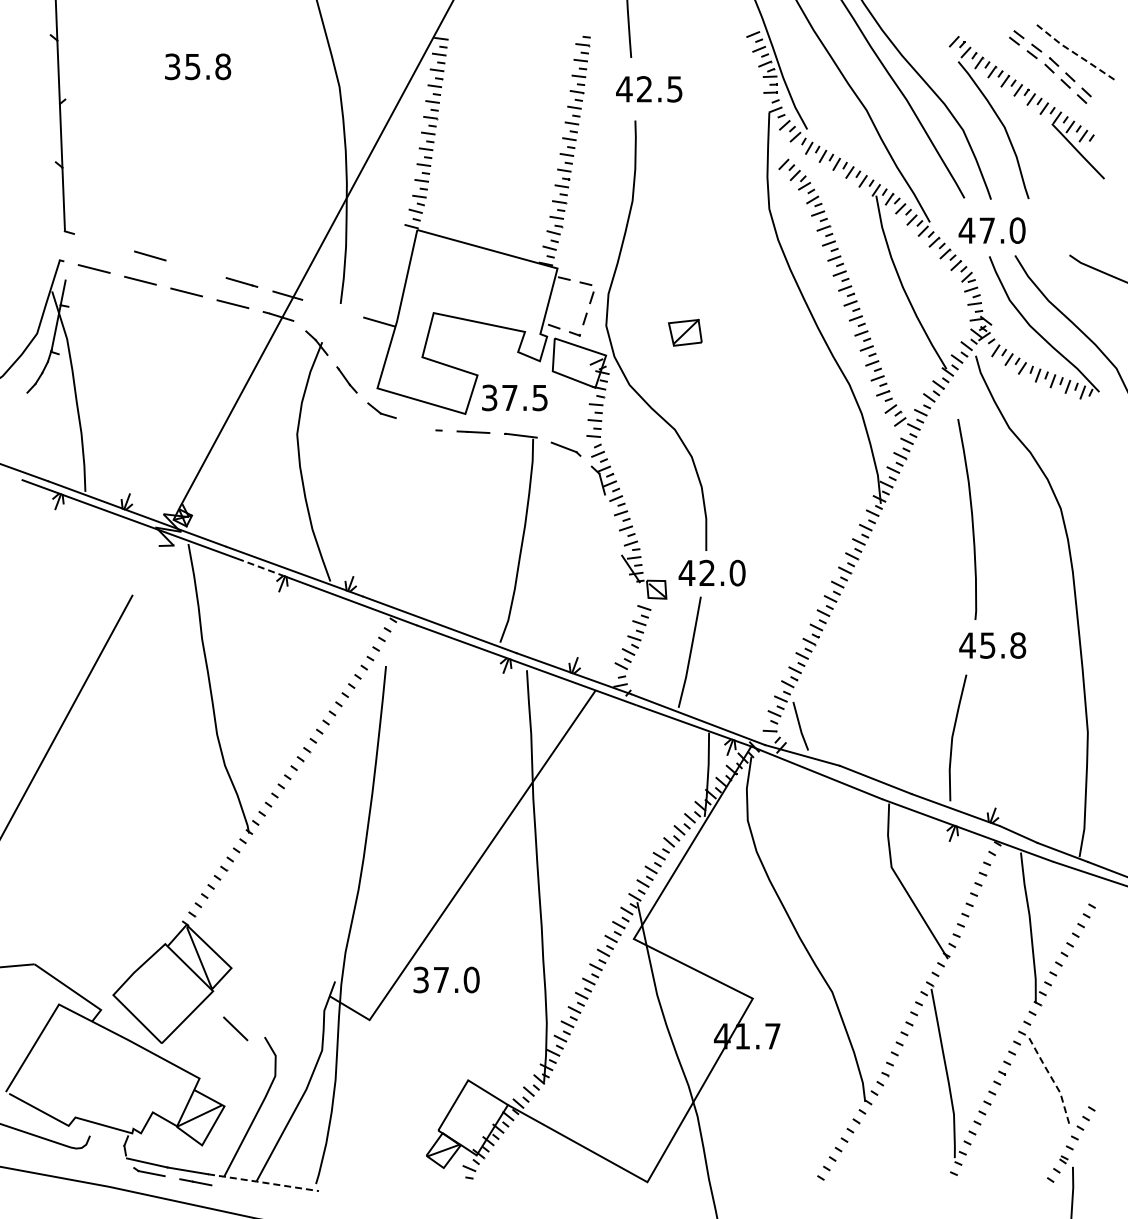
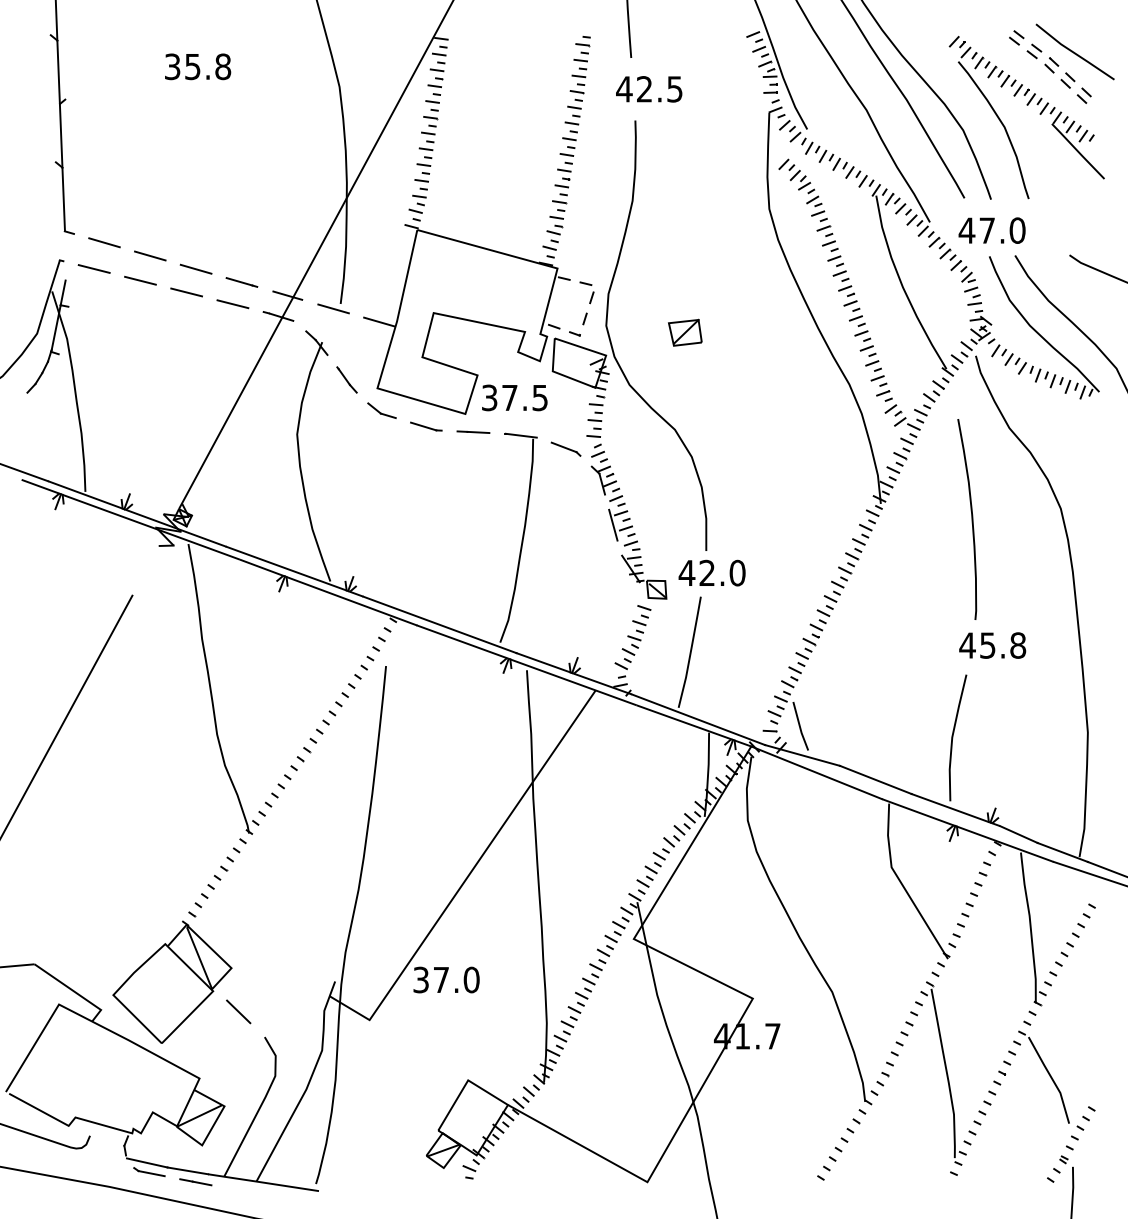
line at (1074, 52): dashed -> solid
line at (104, 242): none -> present
line at (195, 268): none -> present
line at (333, 308): none -> present
line at (423, 426): none -> present
line at (613, 524): none -> present
line at (263, 568): dashed -> solid
line at (235, 1028) position: (235, 1028) -> (238, 1011)
line at (1052, 1078): dashed -> solid
line at (262, 1182): dashed -> solid
